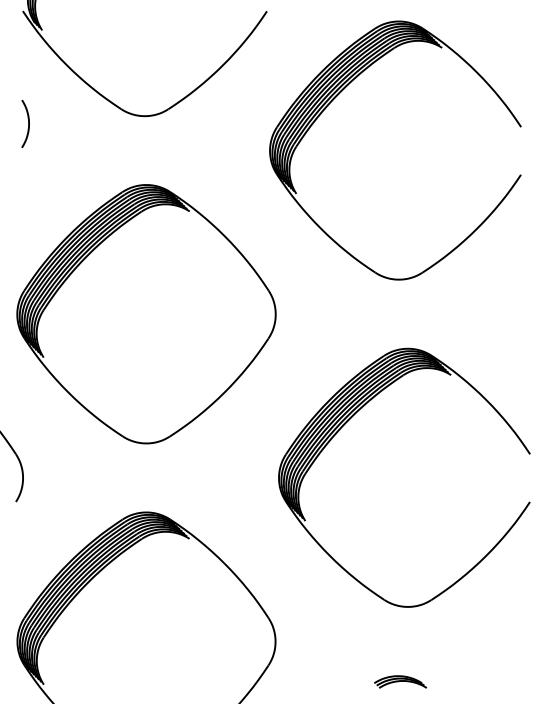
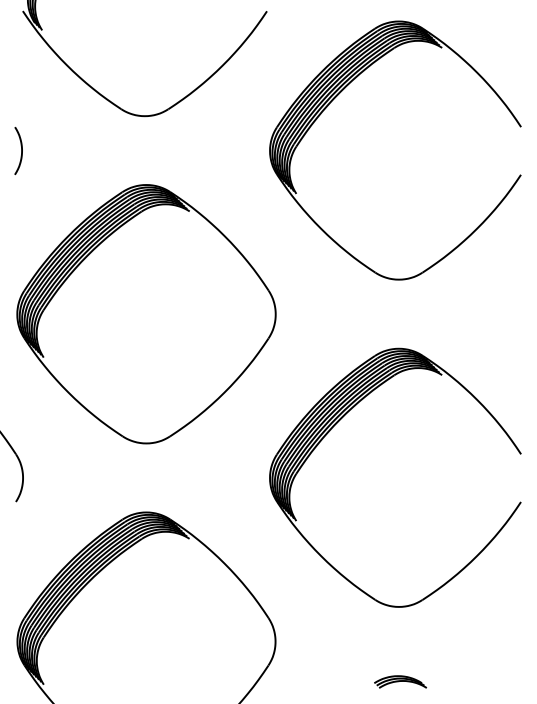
curve at (28, 123) position: (28, 123) -> (21, 150)
part at (348, 421) position: (348, 421) -> (339, 421)
